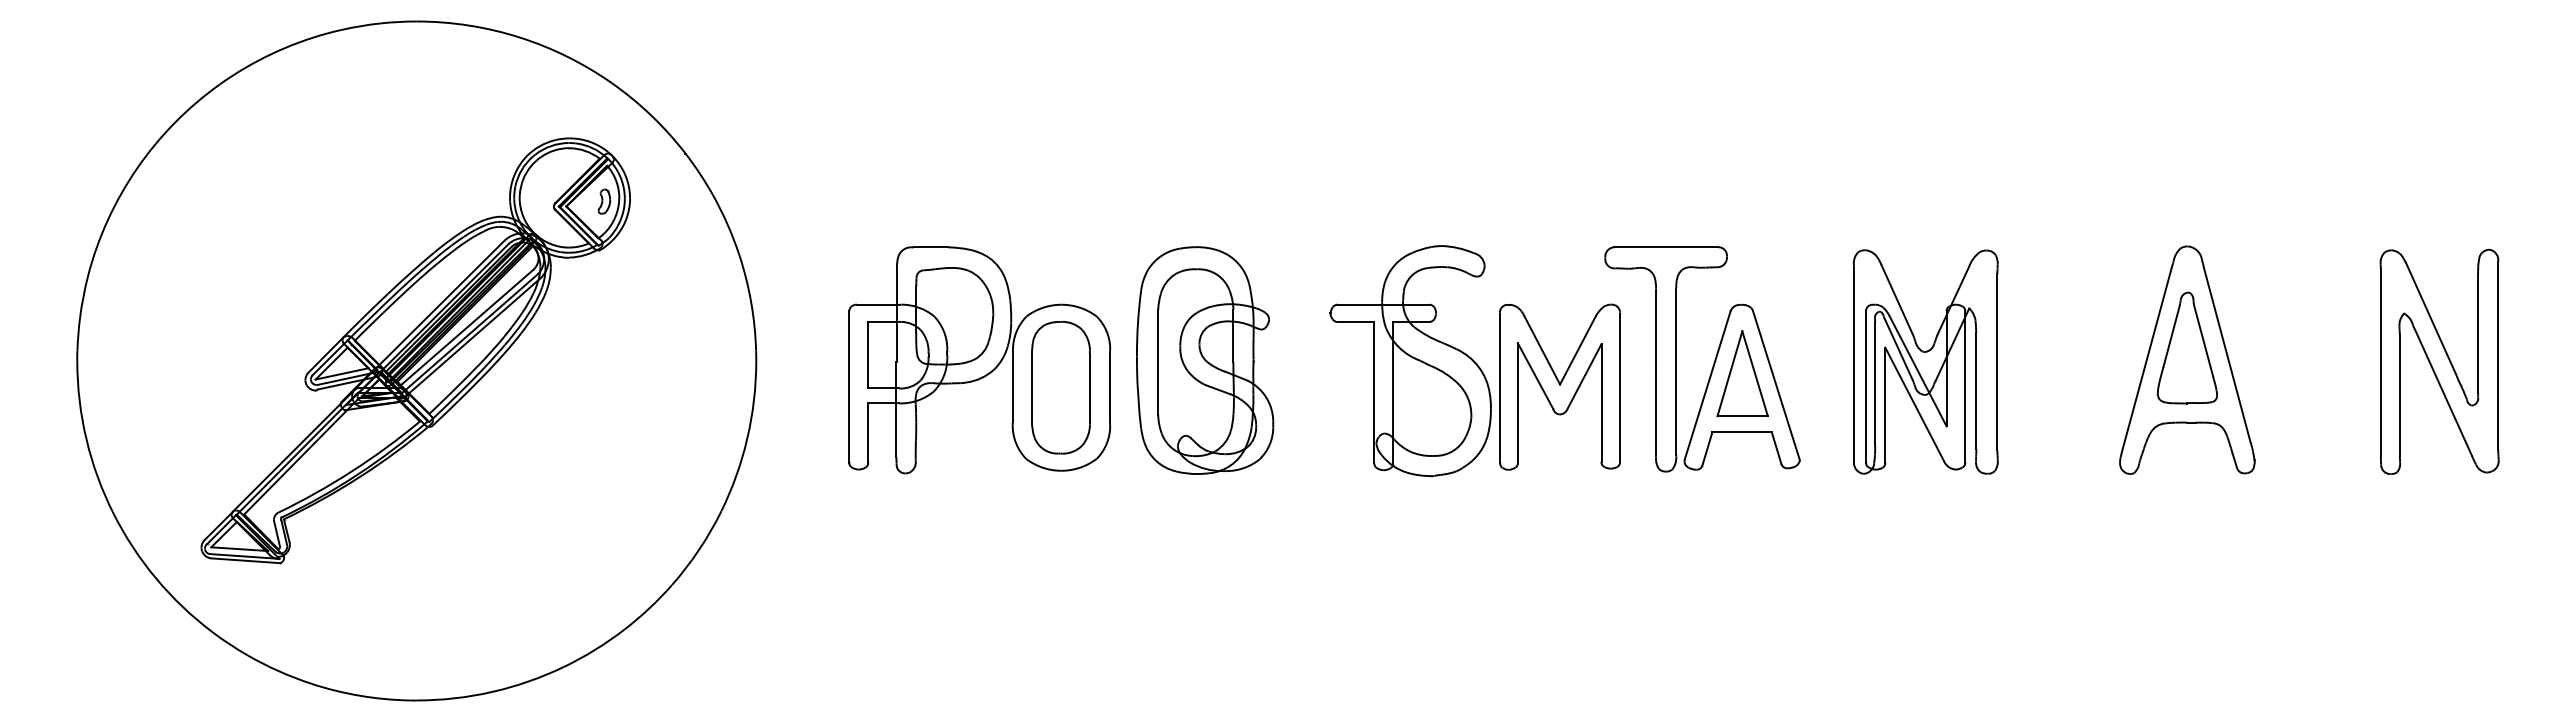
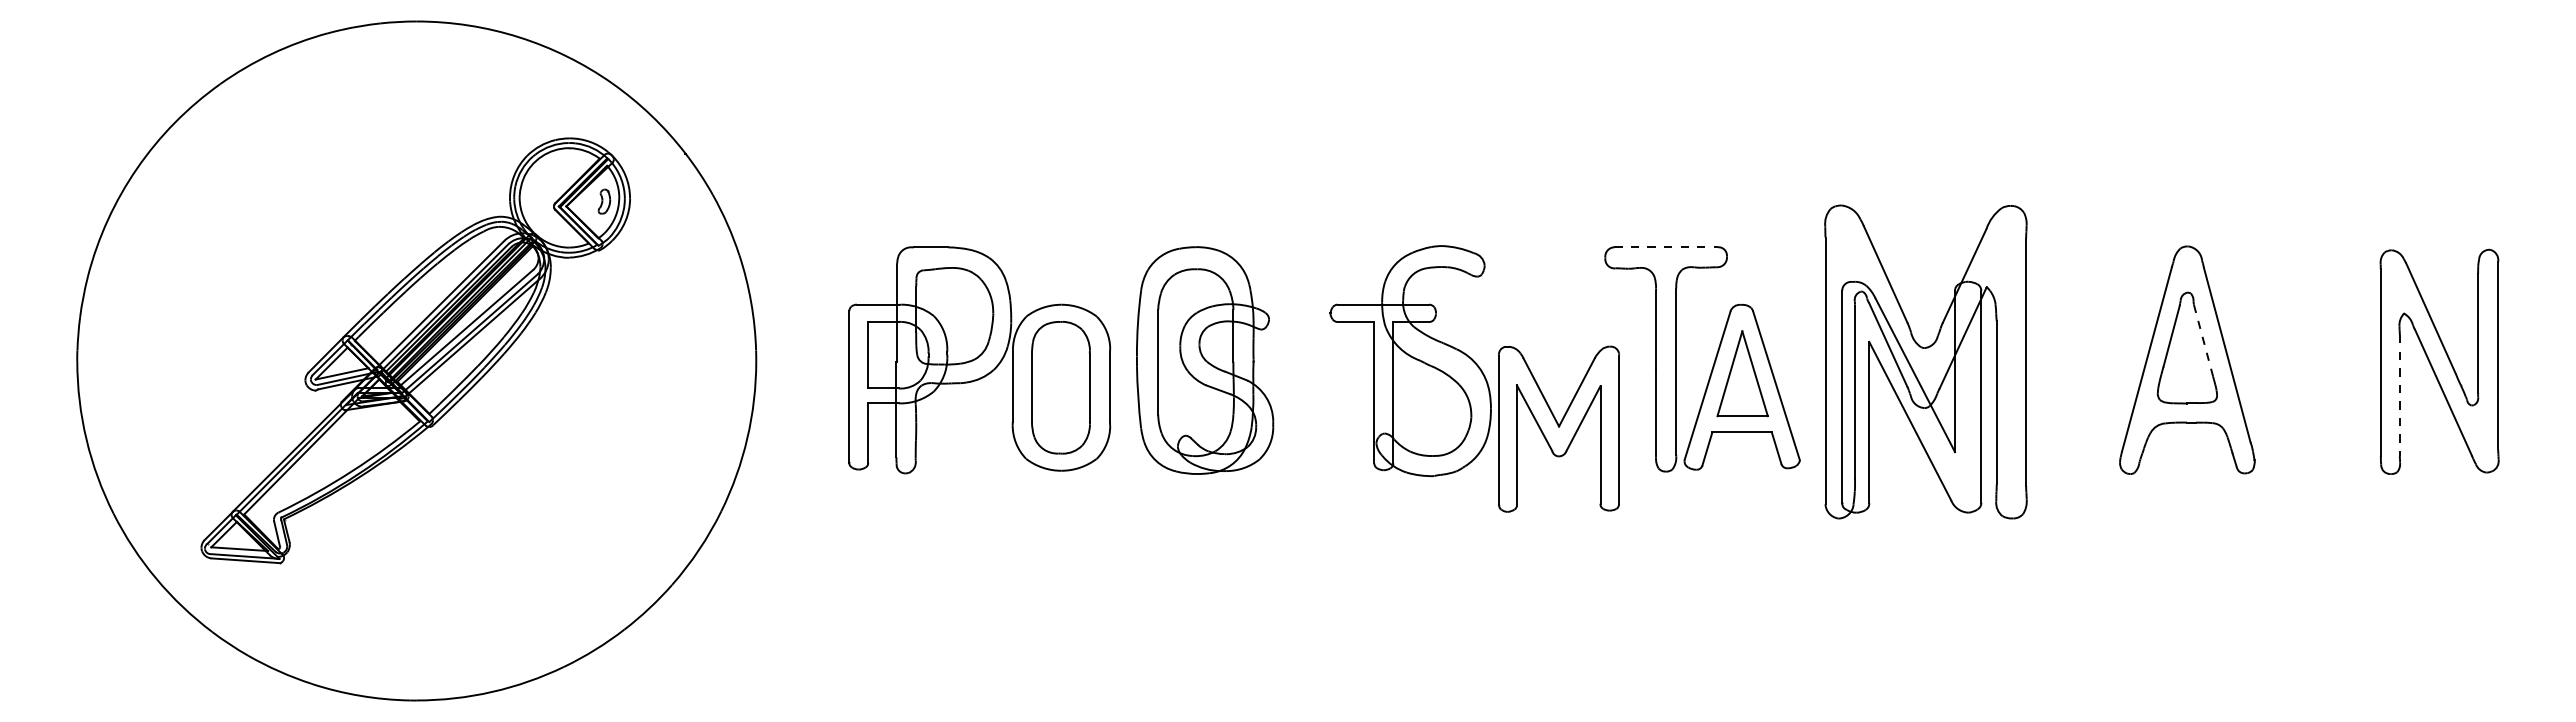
line at (1666, 247): solid -> dashed
line at (2203, 340): solid -> dashed
part at (1925, 361) size: 147x226 px -> 204x316 px
part at (1559, 386) position: (1559, 386) -> (1558, 428)
line at (2399, 395): solid -> dashed
